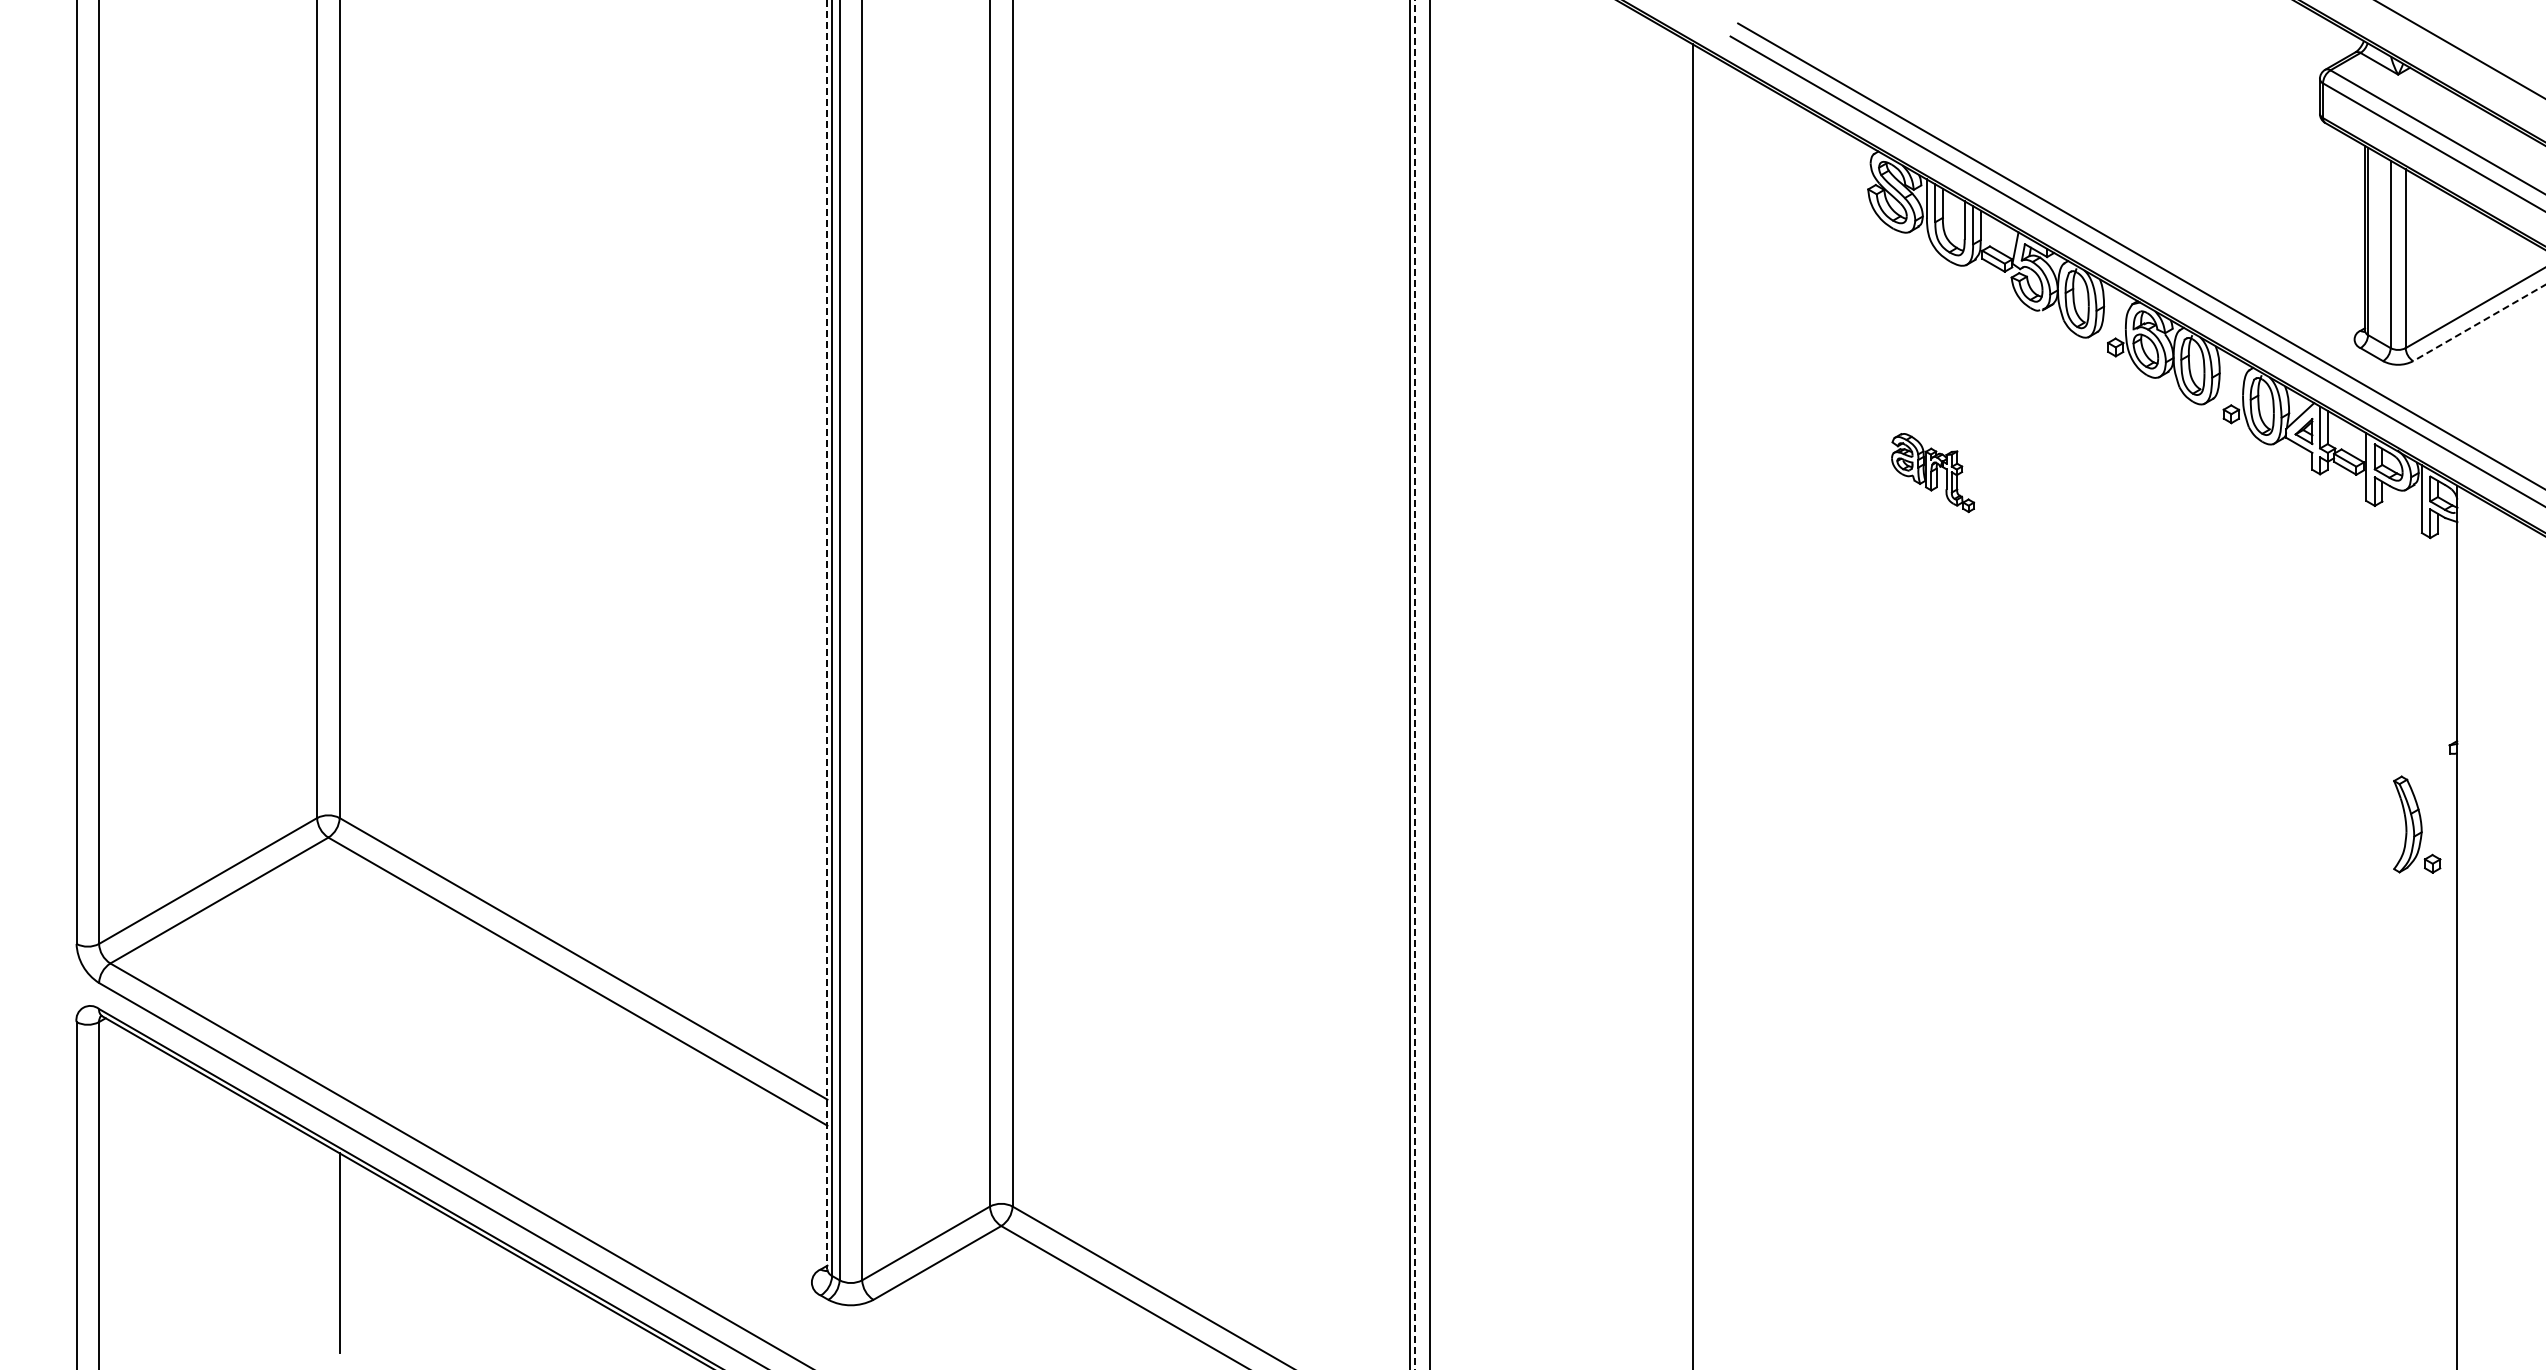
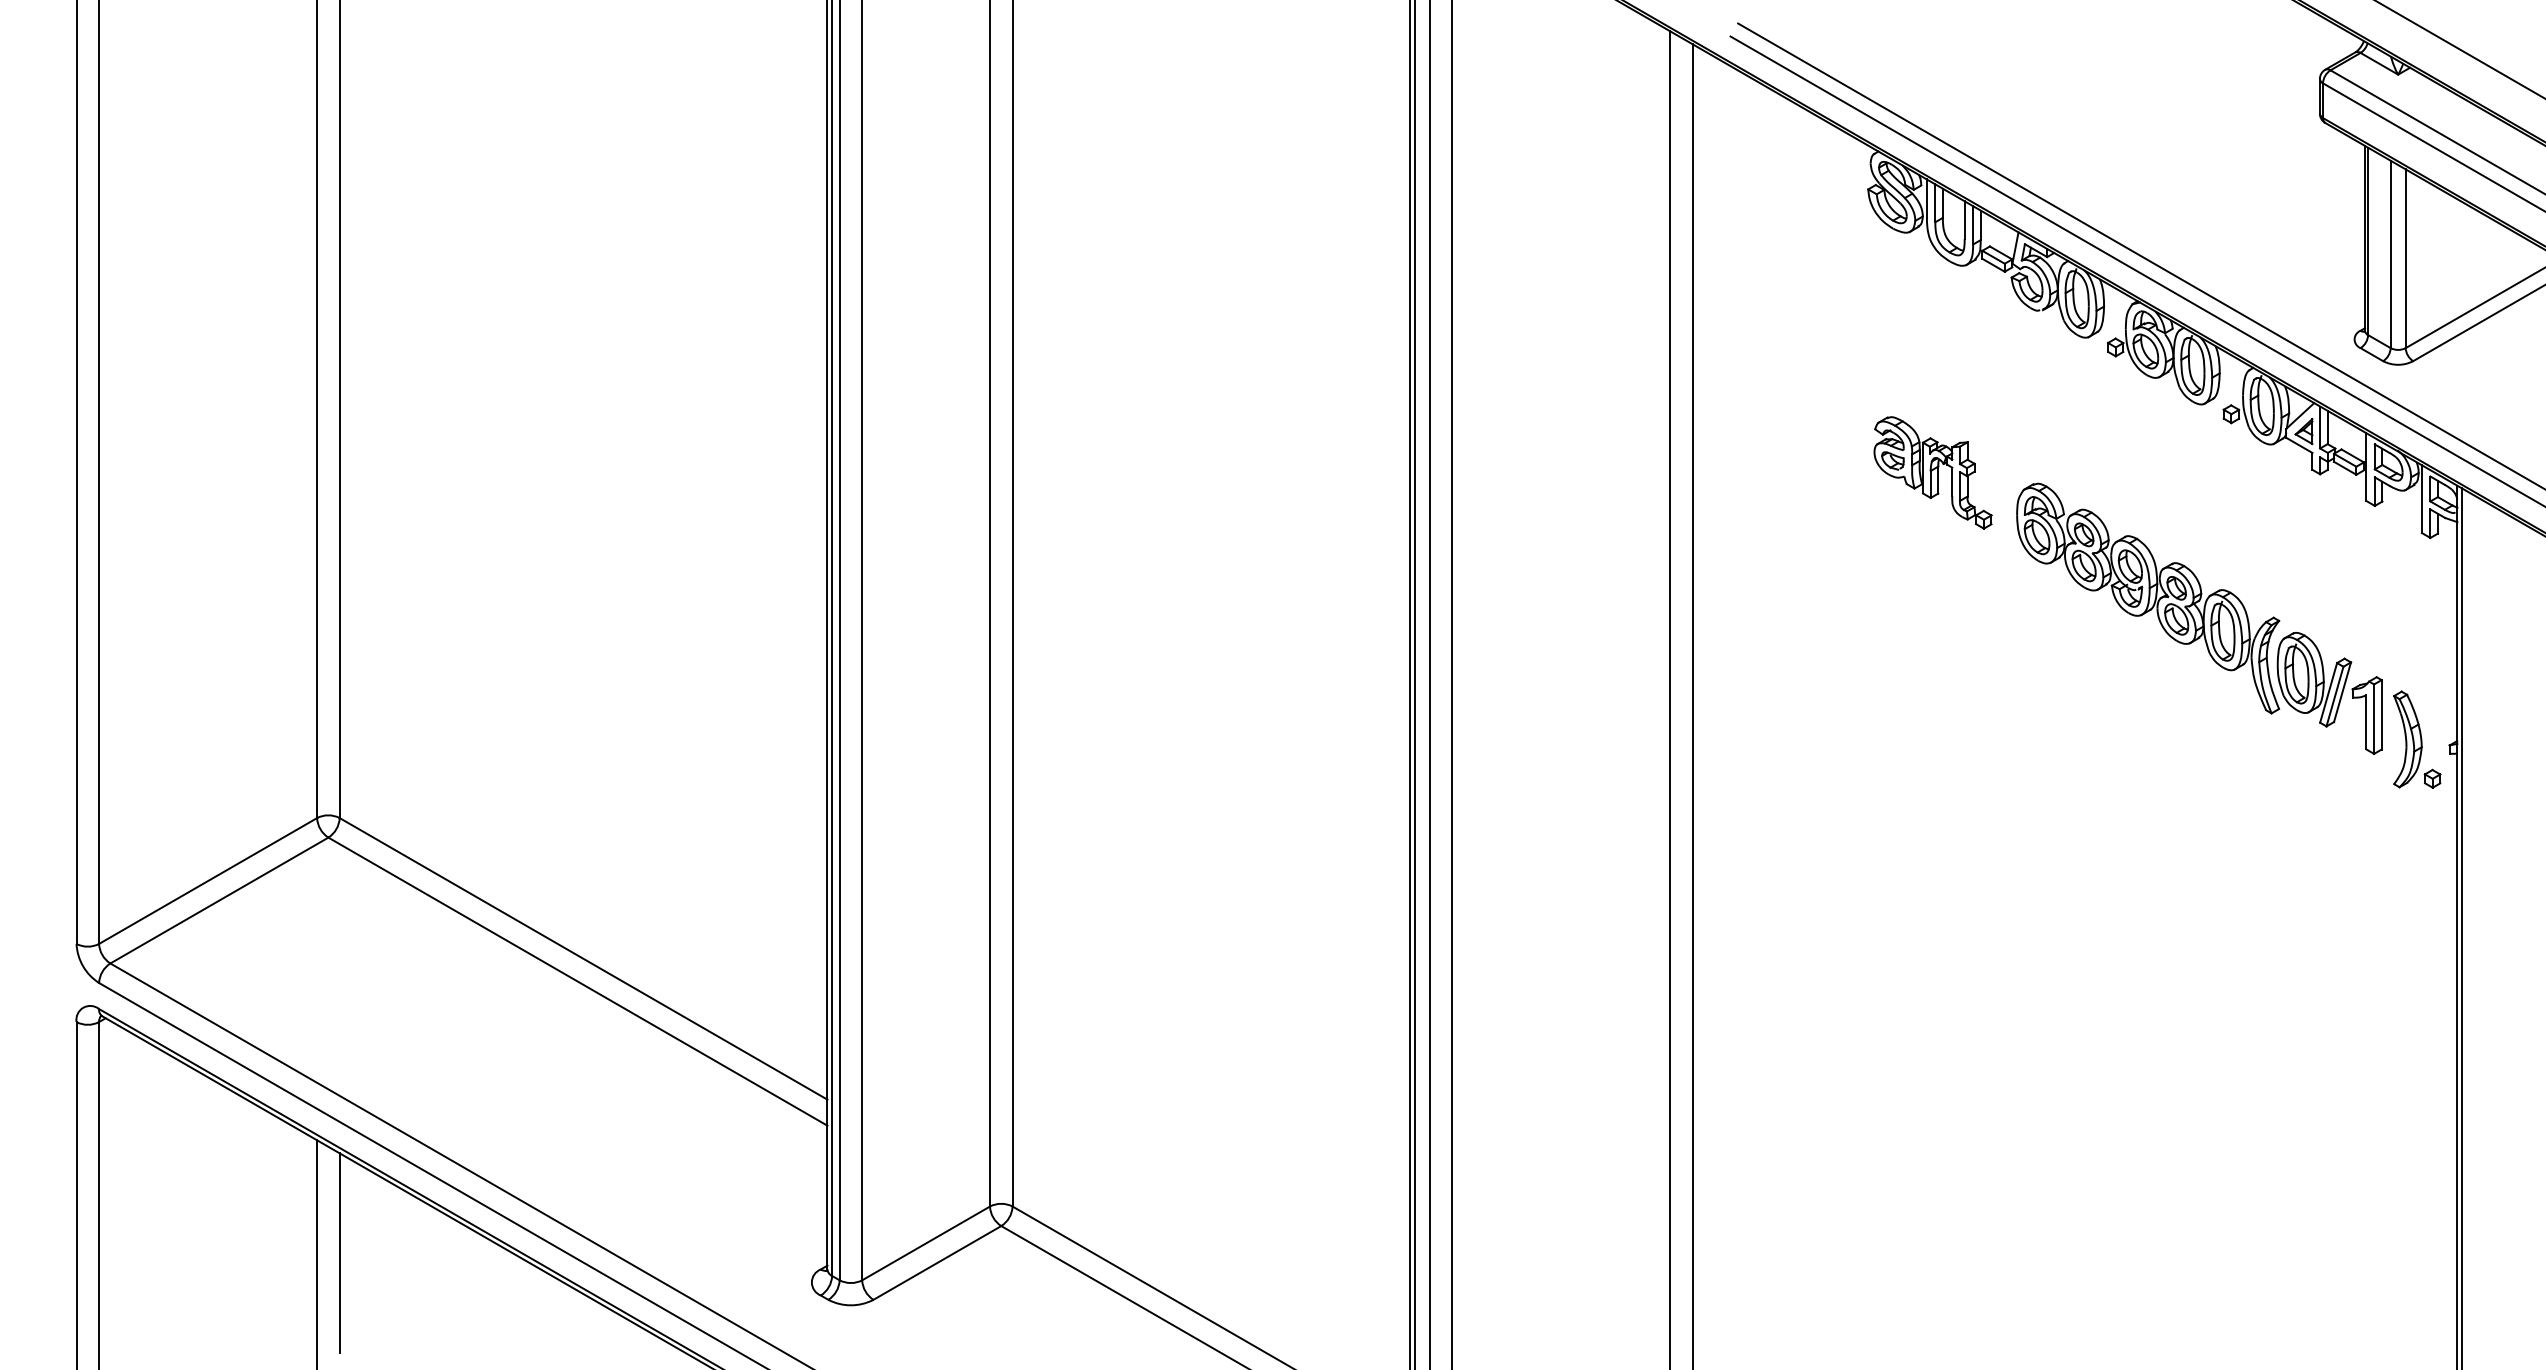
line at (2478, 323): dashed -> solid
part at (1932, 473) size: 84x81 px -> 120x114 px
part at (2199, 618): none -> present
line at (827, 634): dashed -> solid
line at (1452, 684): none -> present
line at (1414, 685): dashed -> solid
line at (1670, 698): none -> present
part at (2417, 824) position: (2417, 824) -> (2417, 739)
line at (2462, 927): none -> present
line at (317, 1253): none -> present
